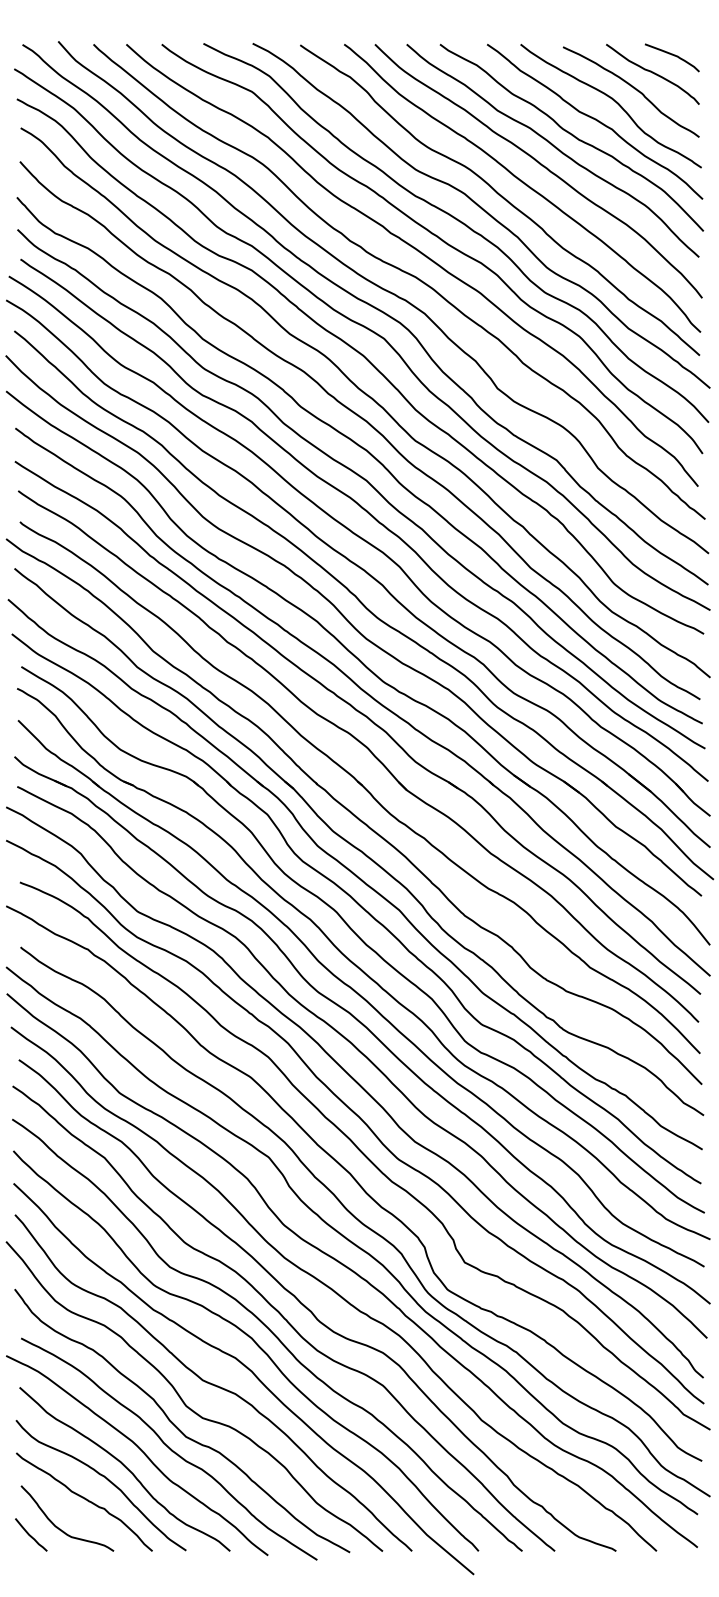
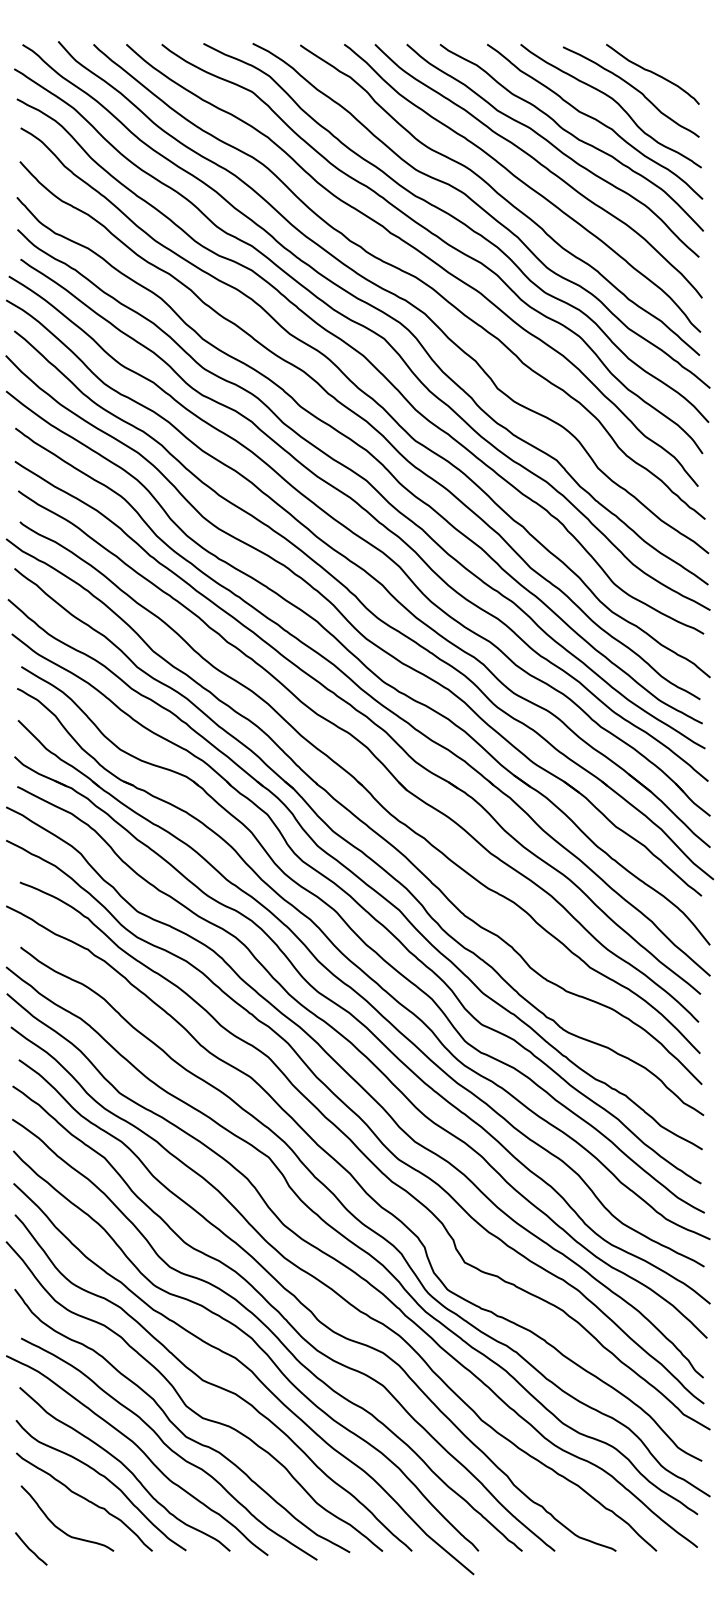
curve at (671, 55): present -> none
line at (30, 1534) position: (30, 1534) -> (30, 1548)
